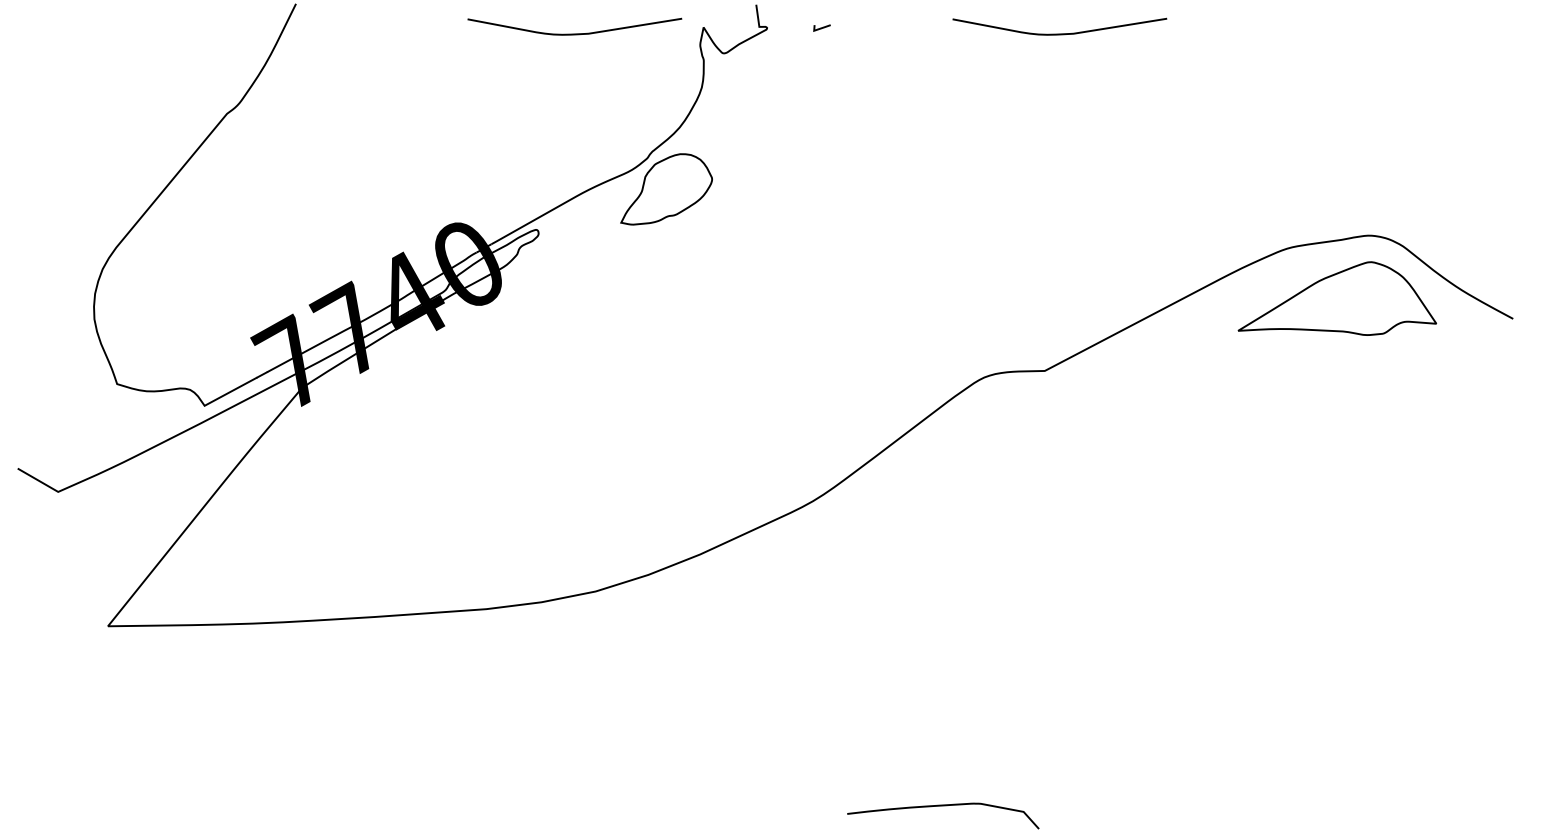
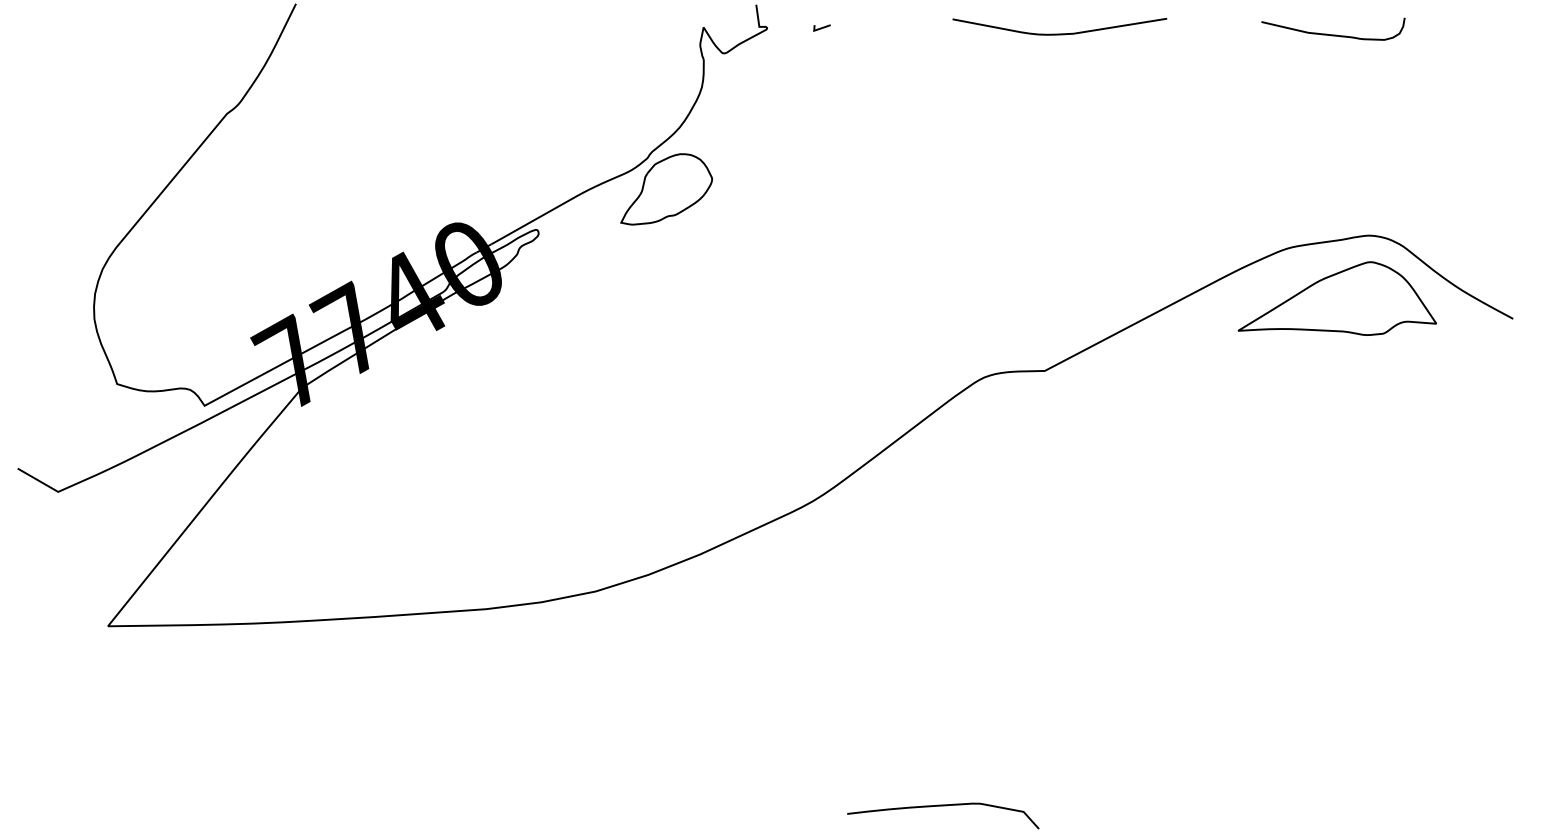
curve at (574, 33): present -> none
curve at (1333, 34): none -> present
